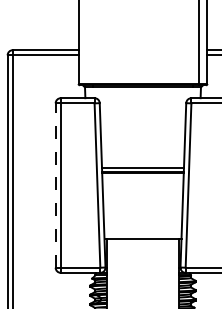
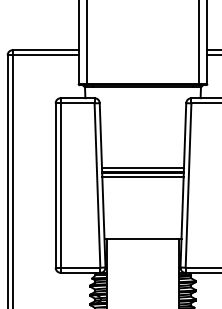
line at (86, 43): none -> present
line at (142, 177): none -> present
line at (55, 185): dashed -> solid
